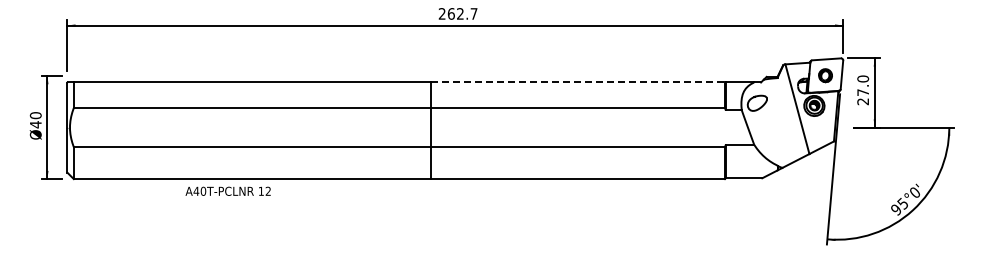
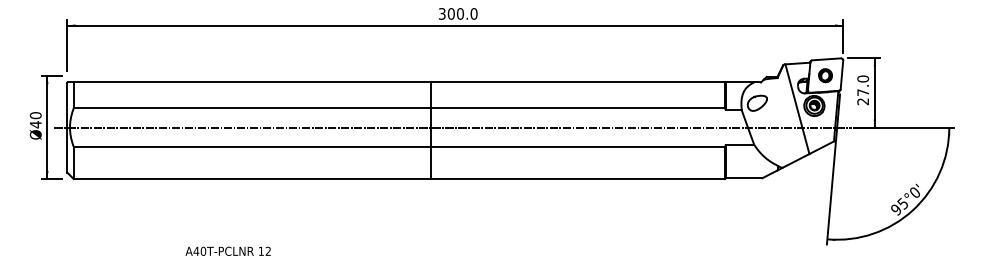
text at (457, 13): 262.7 -> 300.0
line at (578, 82): dashed -> solid
line at (452, 127): none -> present
text at (227, 190) position: (227, 190) -> (227, 250)
